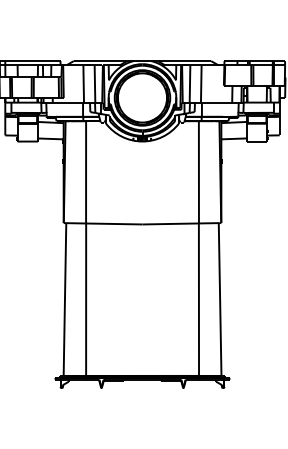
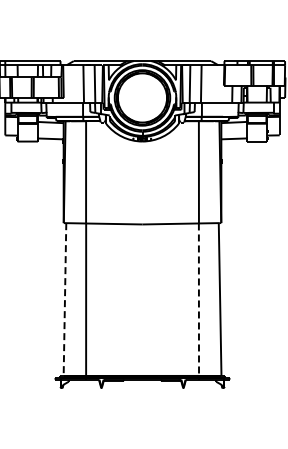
line at (64, 300): solid -> dashed
line at (198, 300): solid -> dashed
